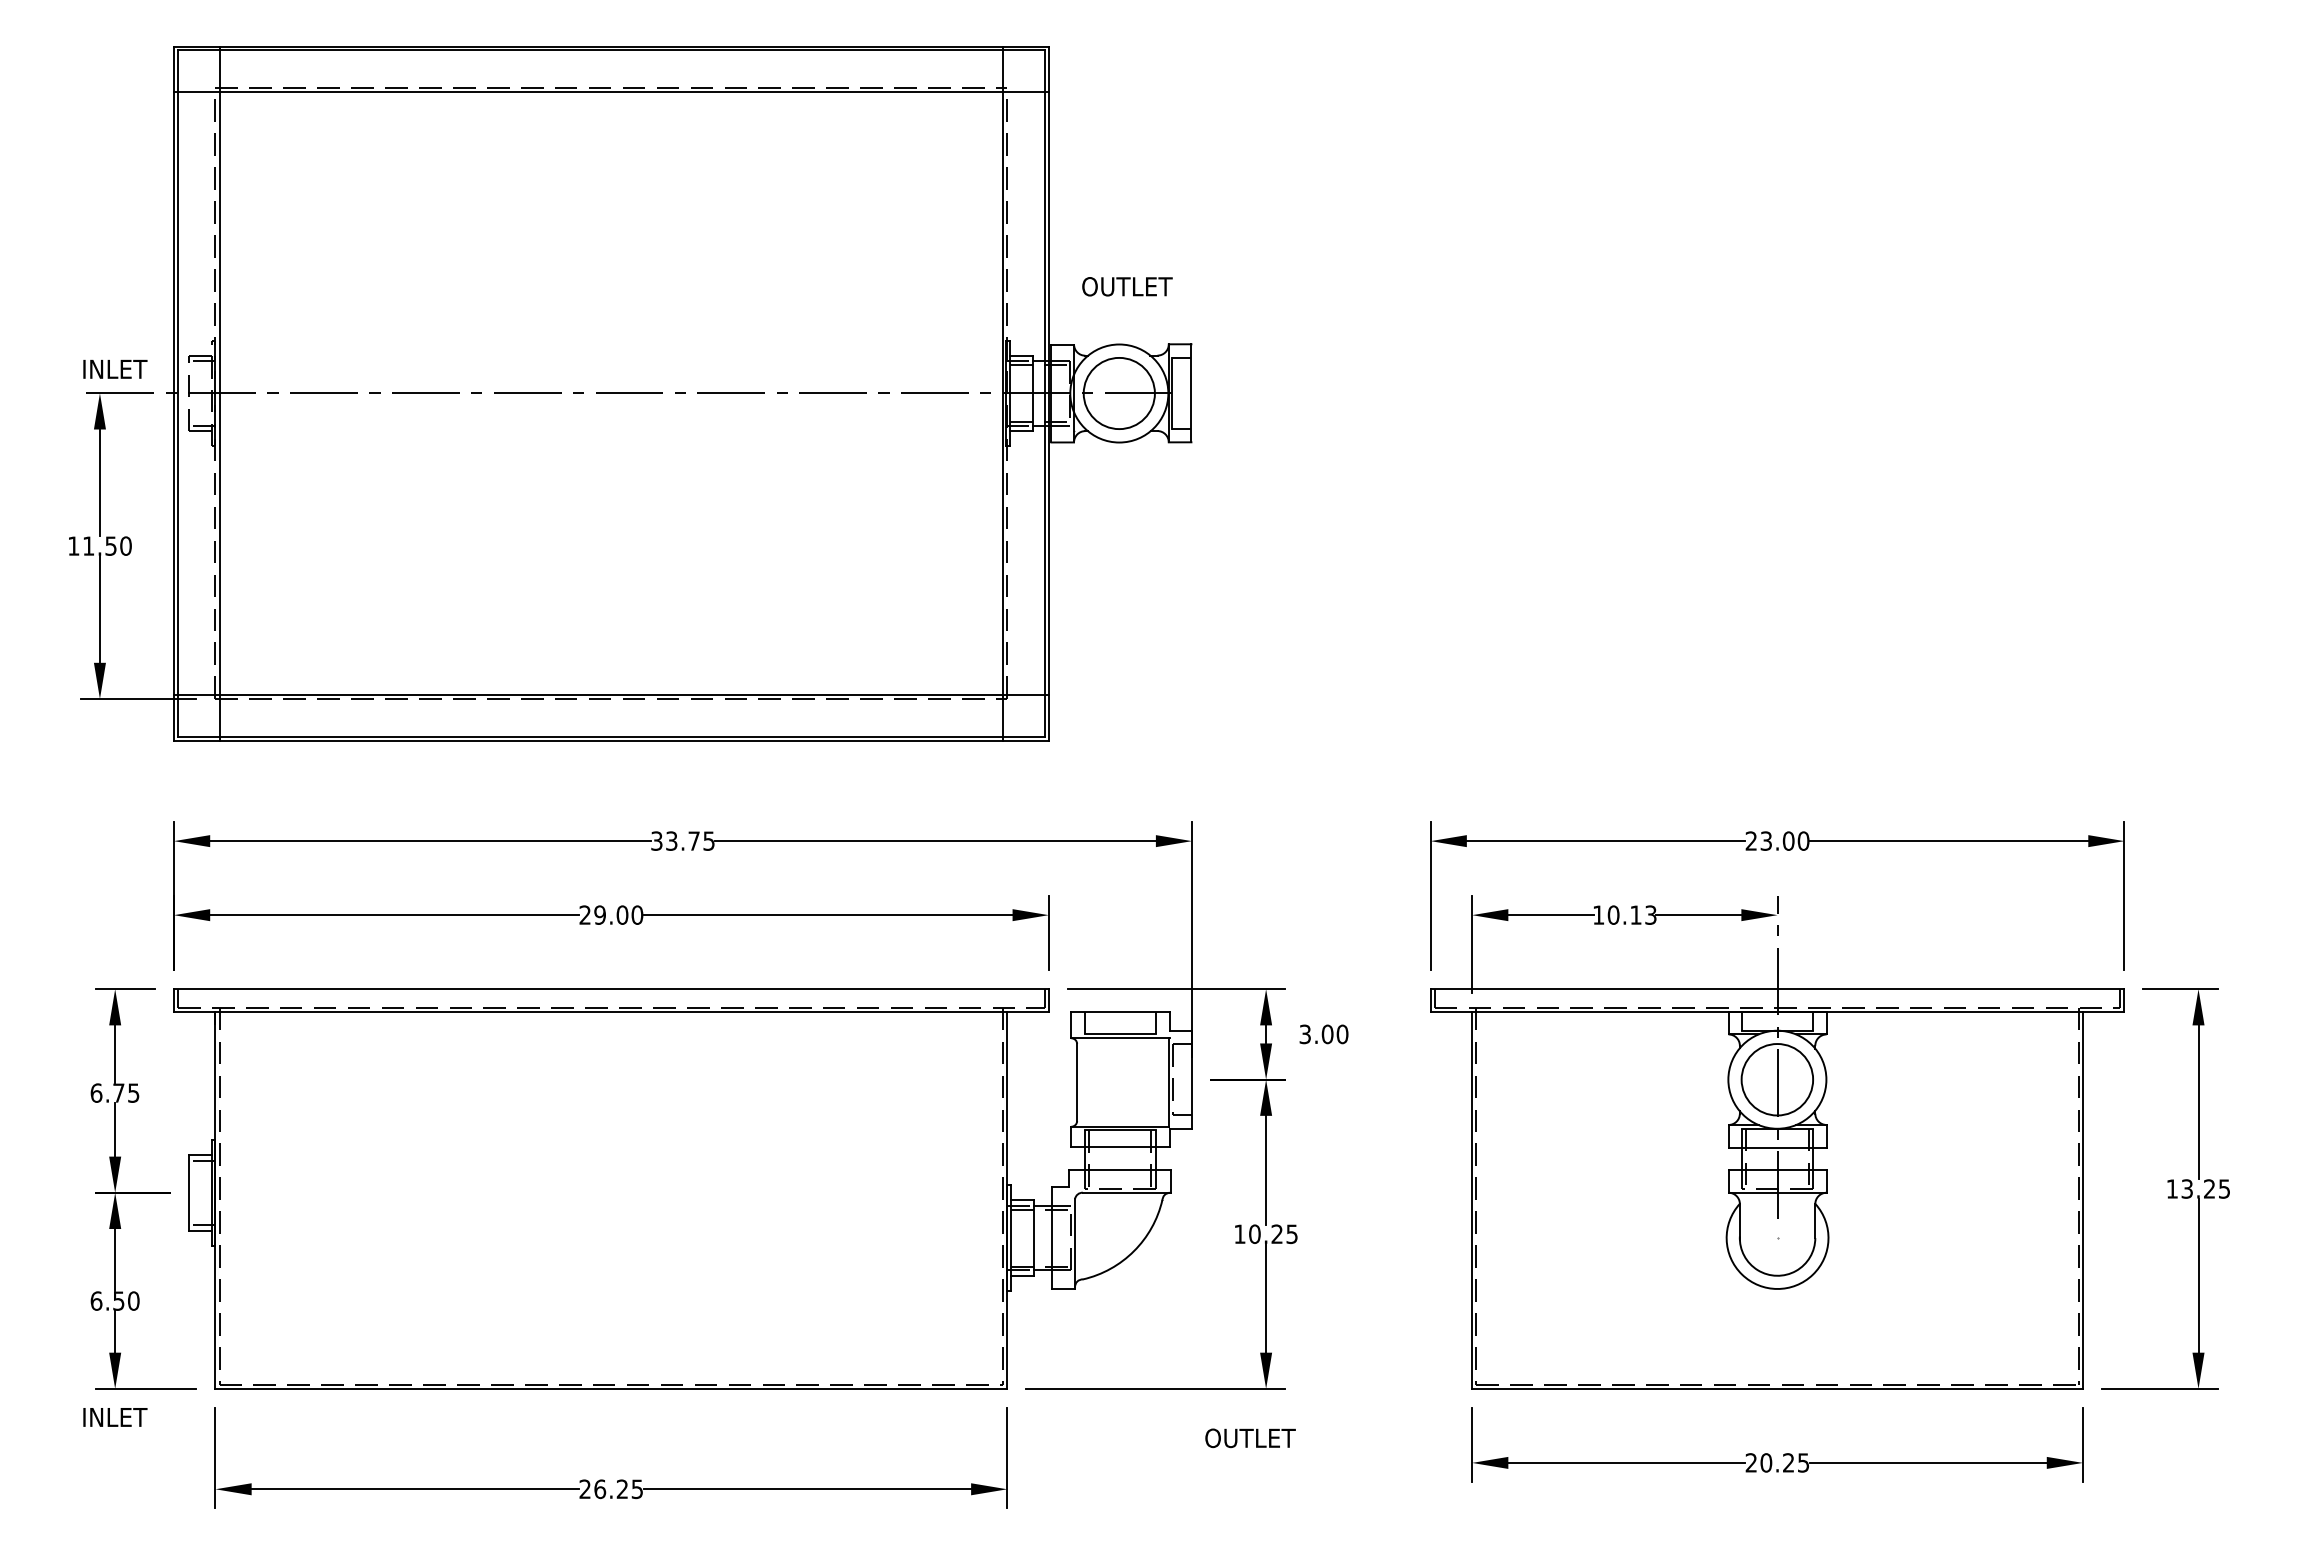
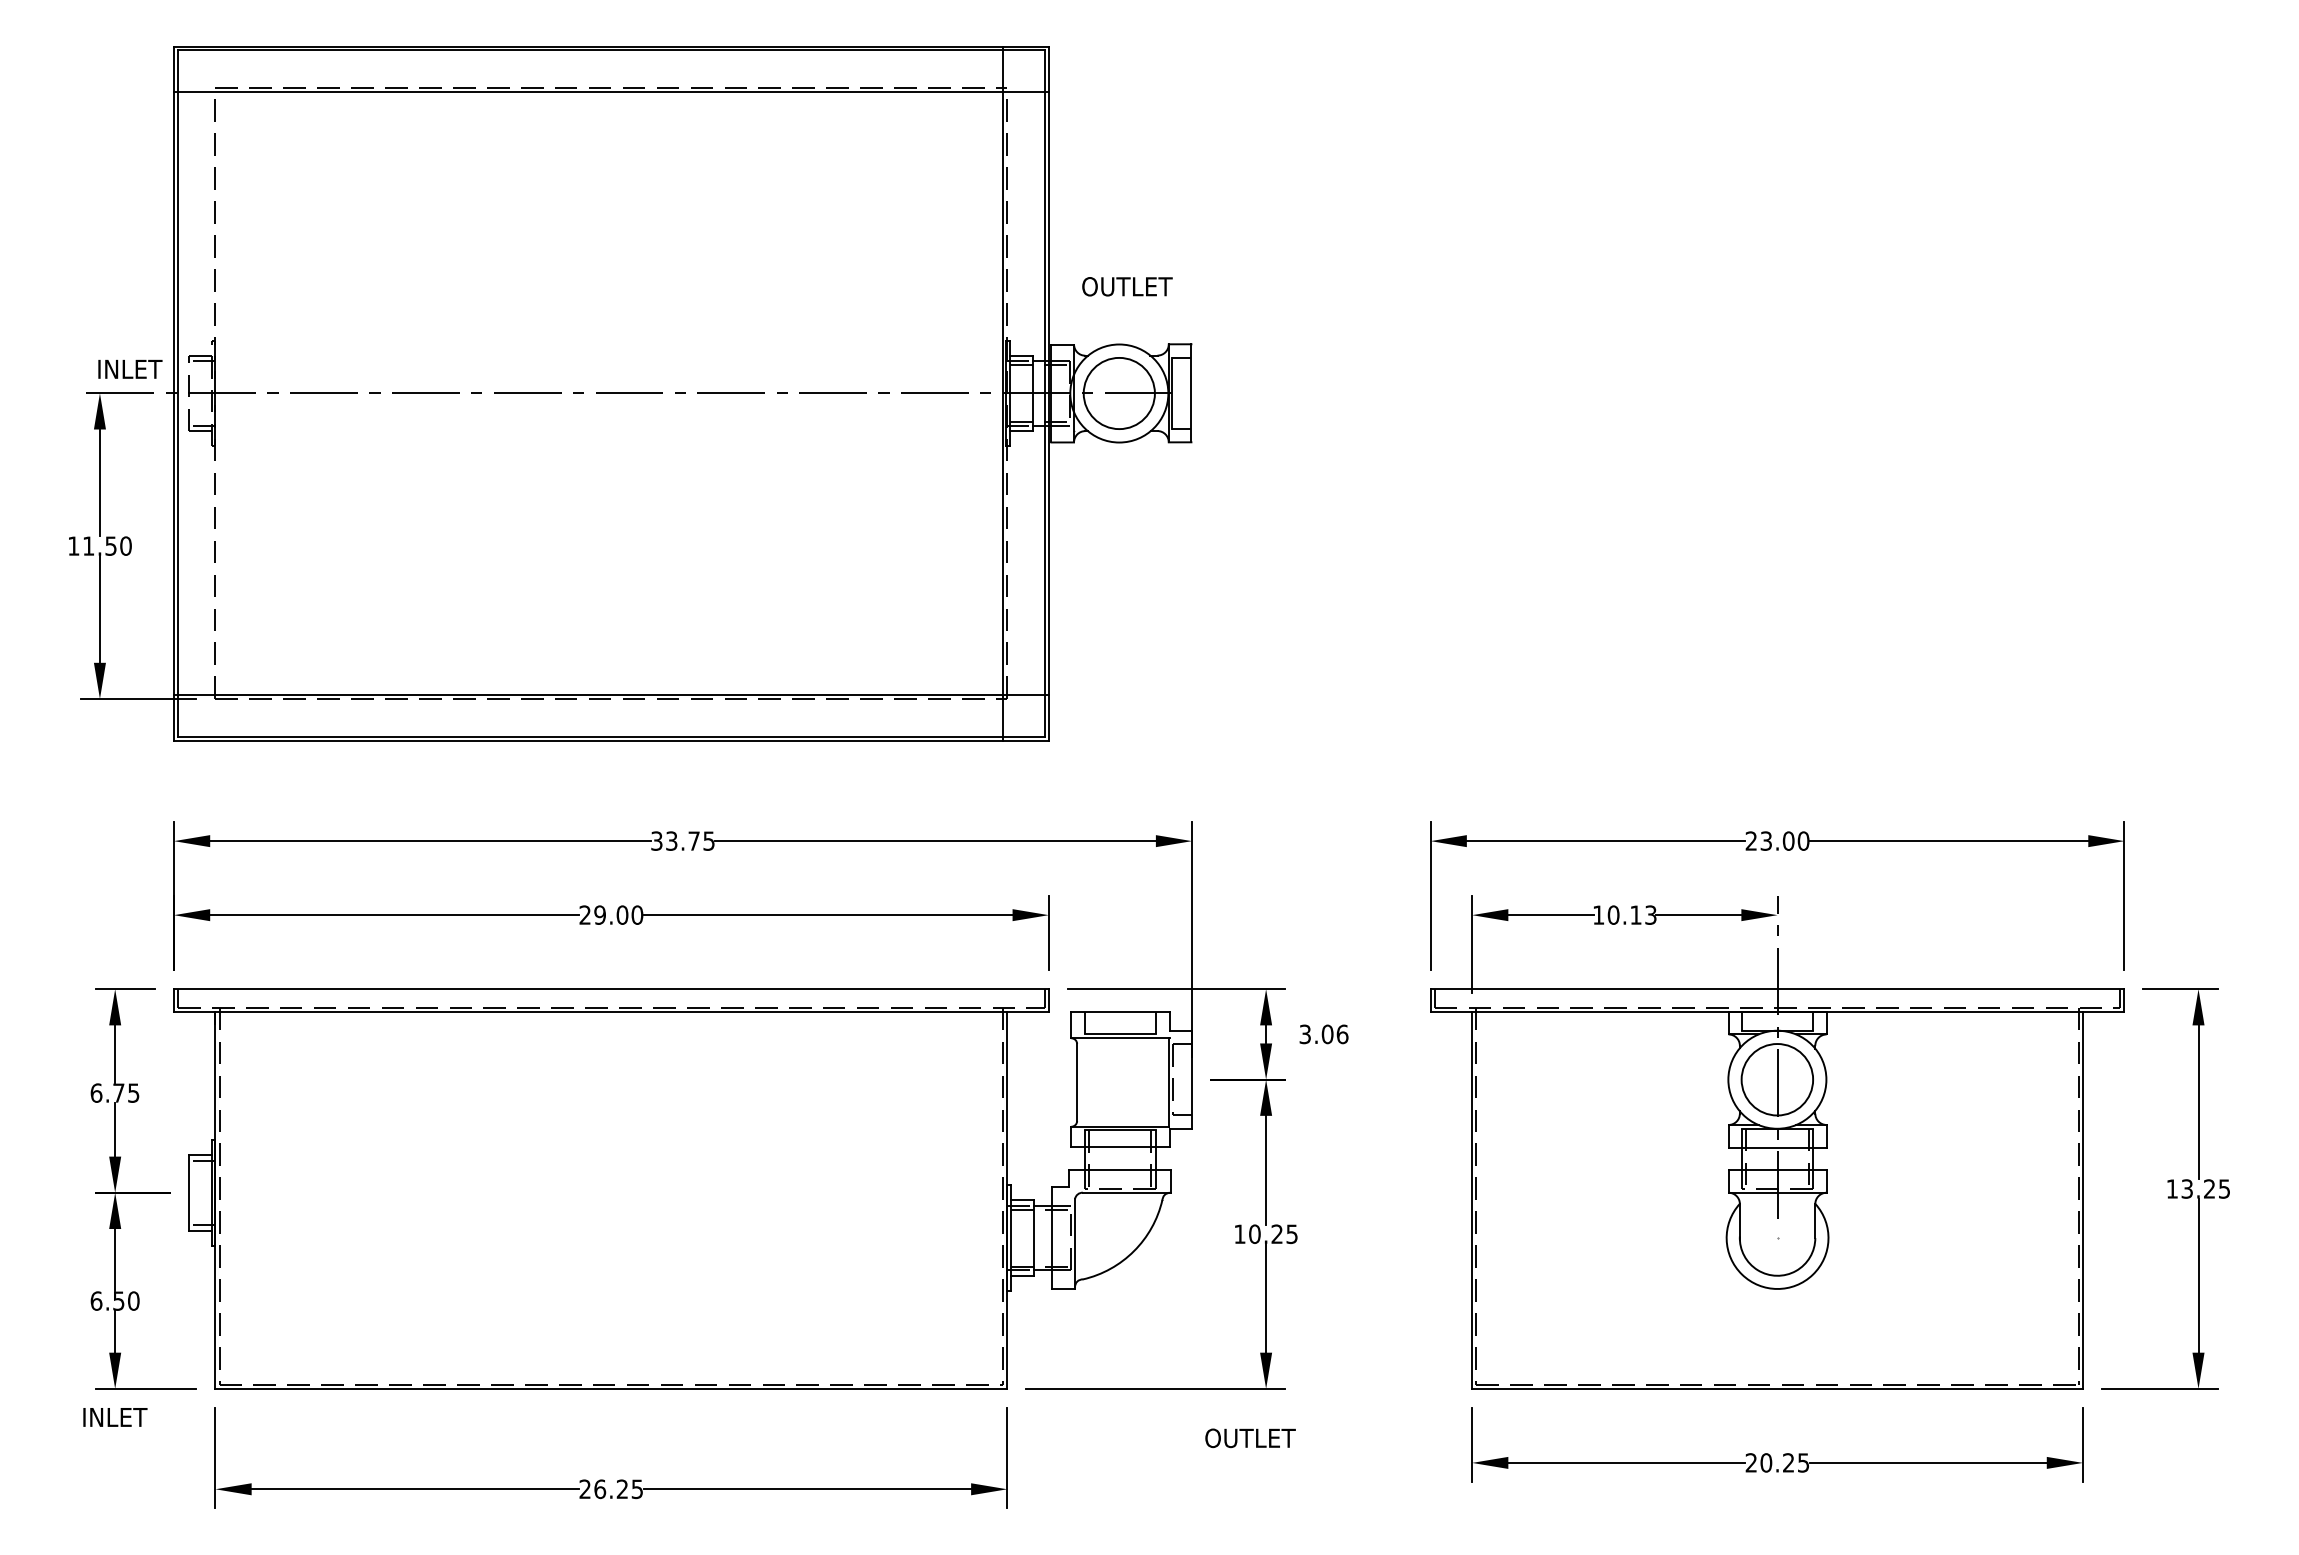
text at (115, 368) position: (115, 368) -> (130, 368)
line at (219, 393): present -> none
text at (1342, 1033): 3.00 -> 3.06
